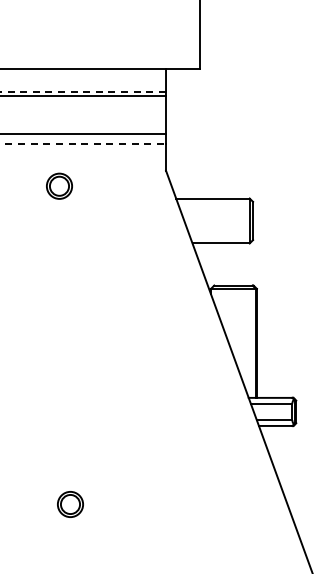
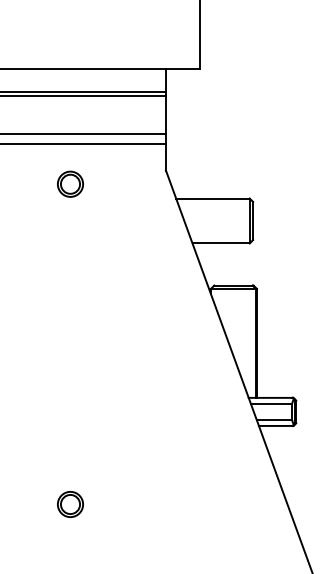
line at (83, 91): dashed -> solid
line at (83, 144): dashed -> solid
part at (59, 185) position: (59, 185) -> (70, 183)
